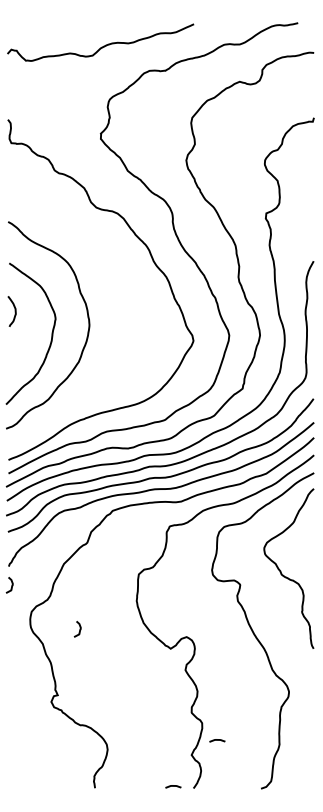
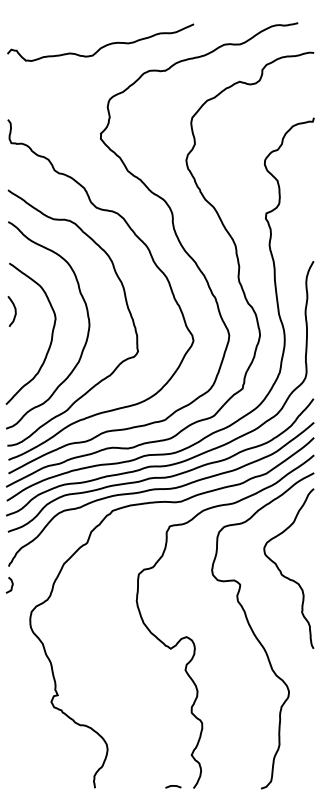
curve at (125, 302): none -> present
curve at (79, 629): present -> none
curve at (217, 740): present -> none
